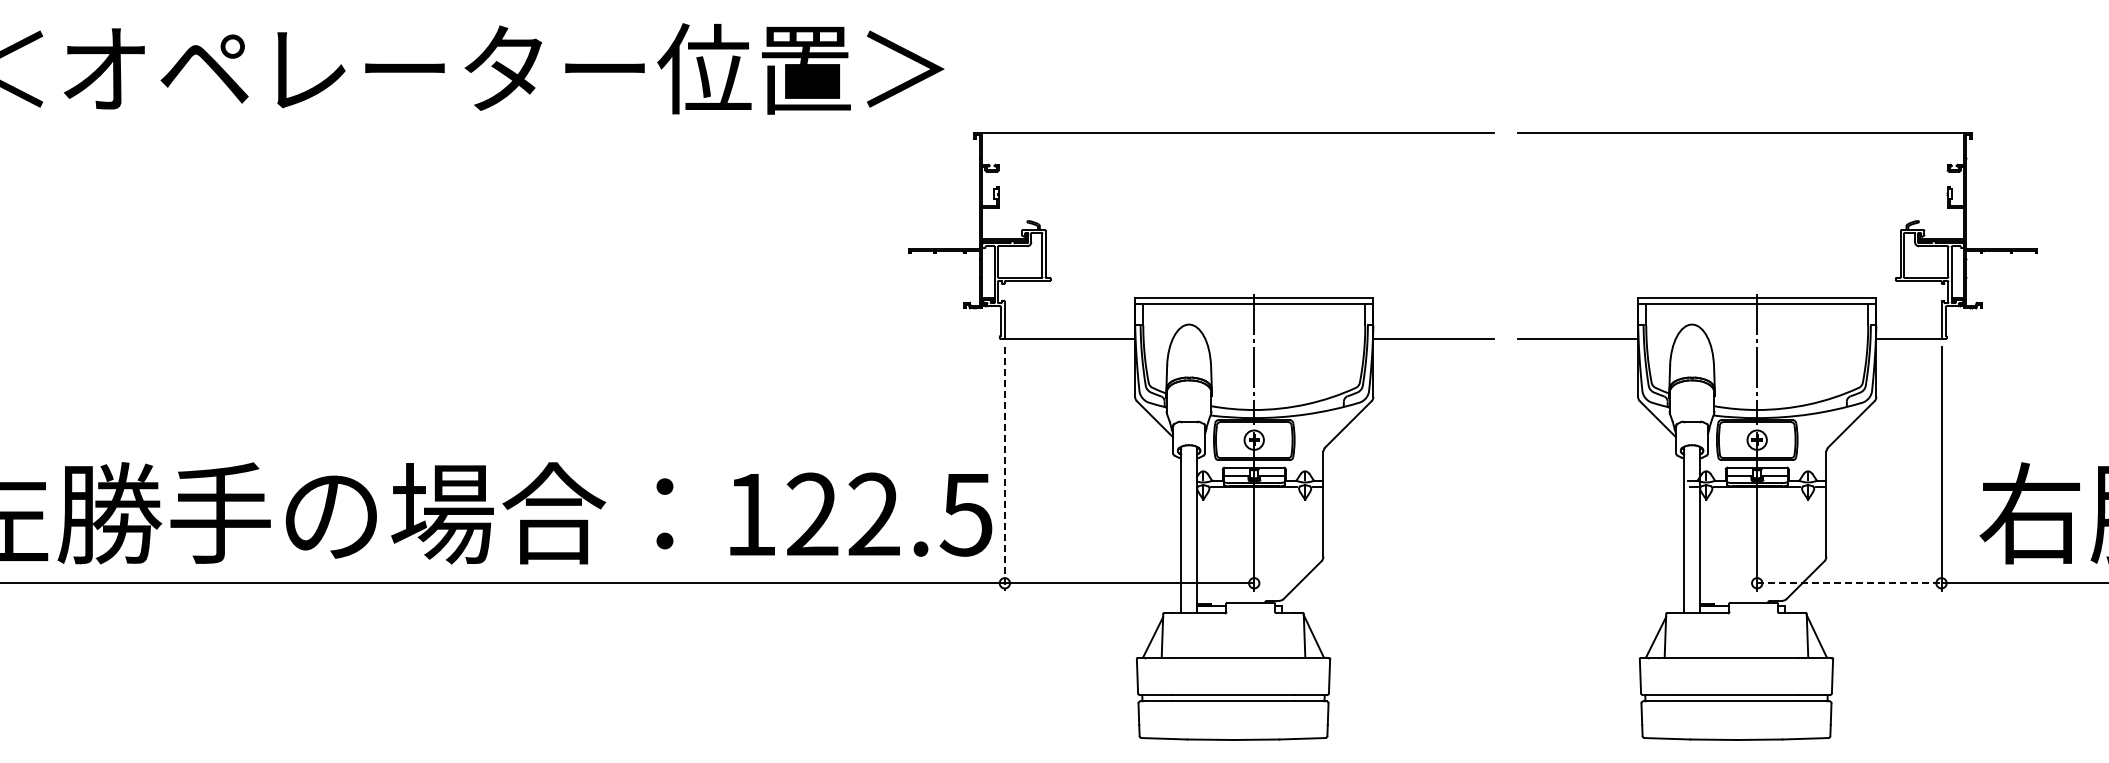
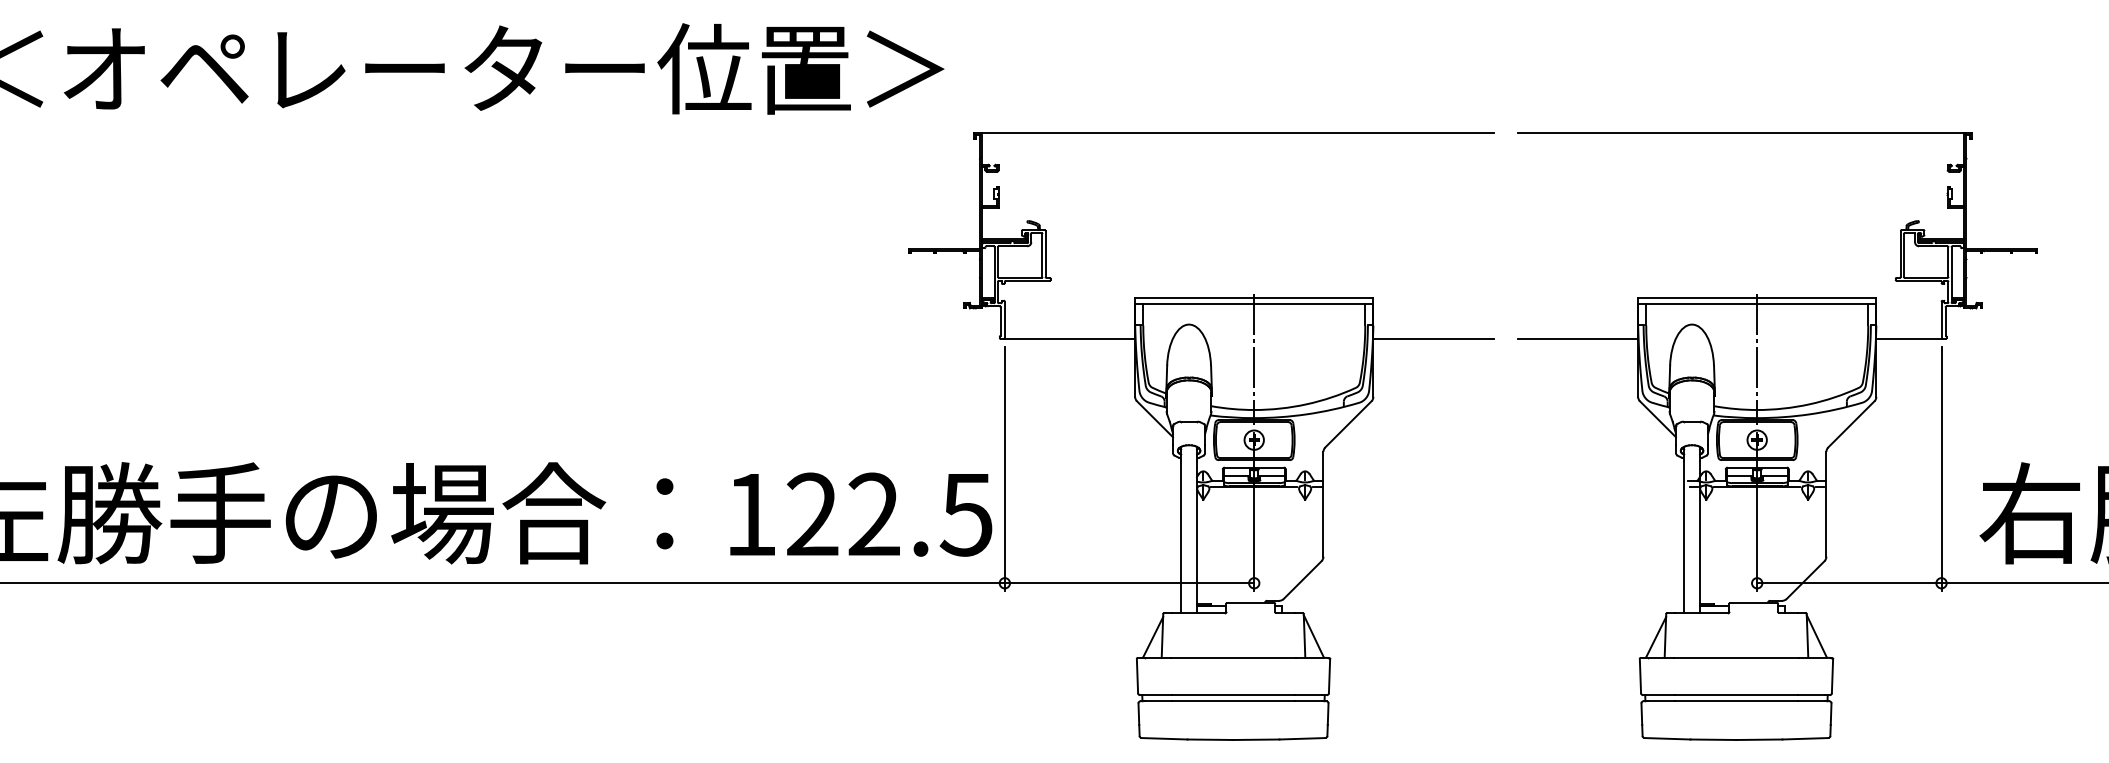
line at (1004, 469): dashed -> solid
line at (1849, 583): dashed -> solid
